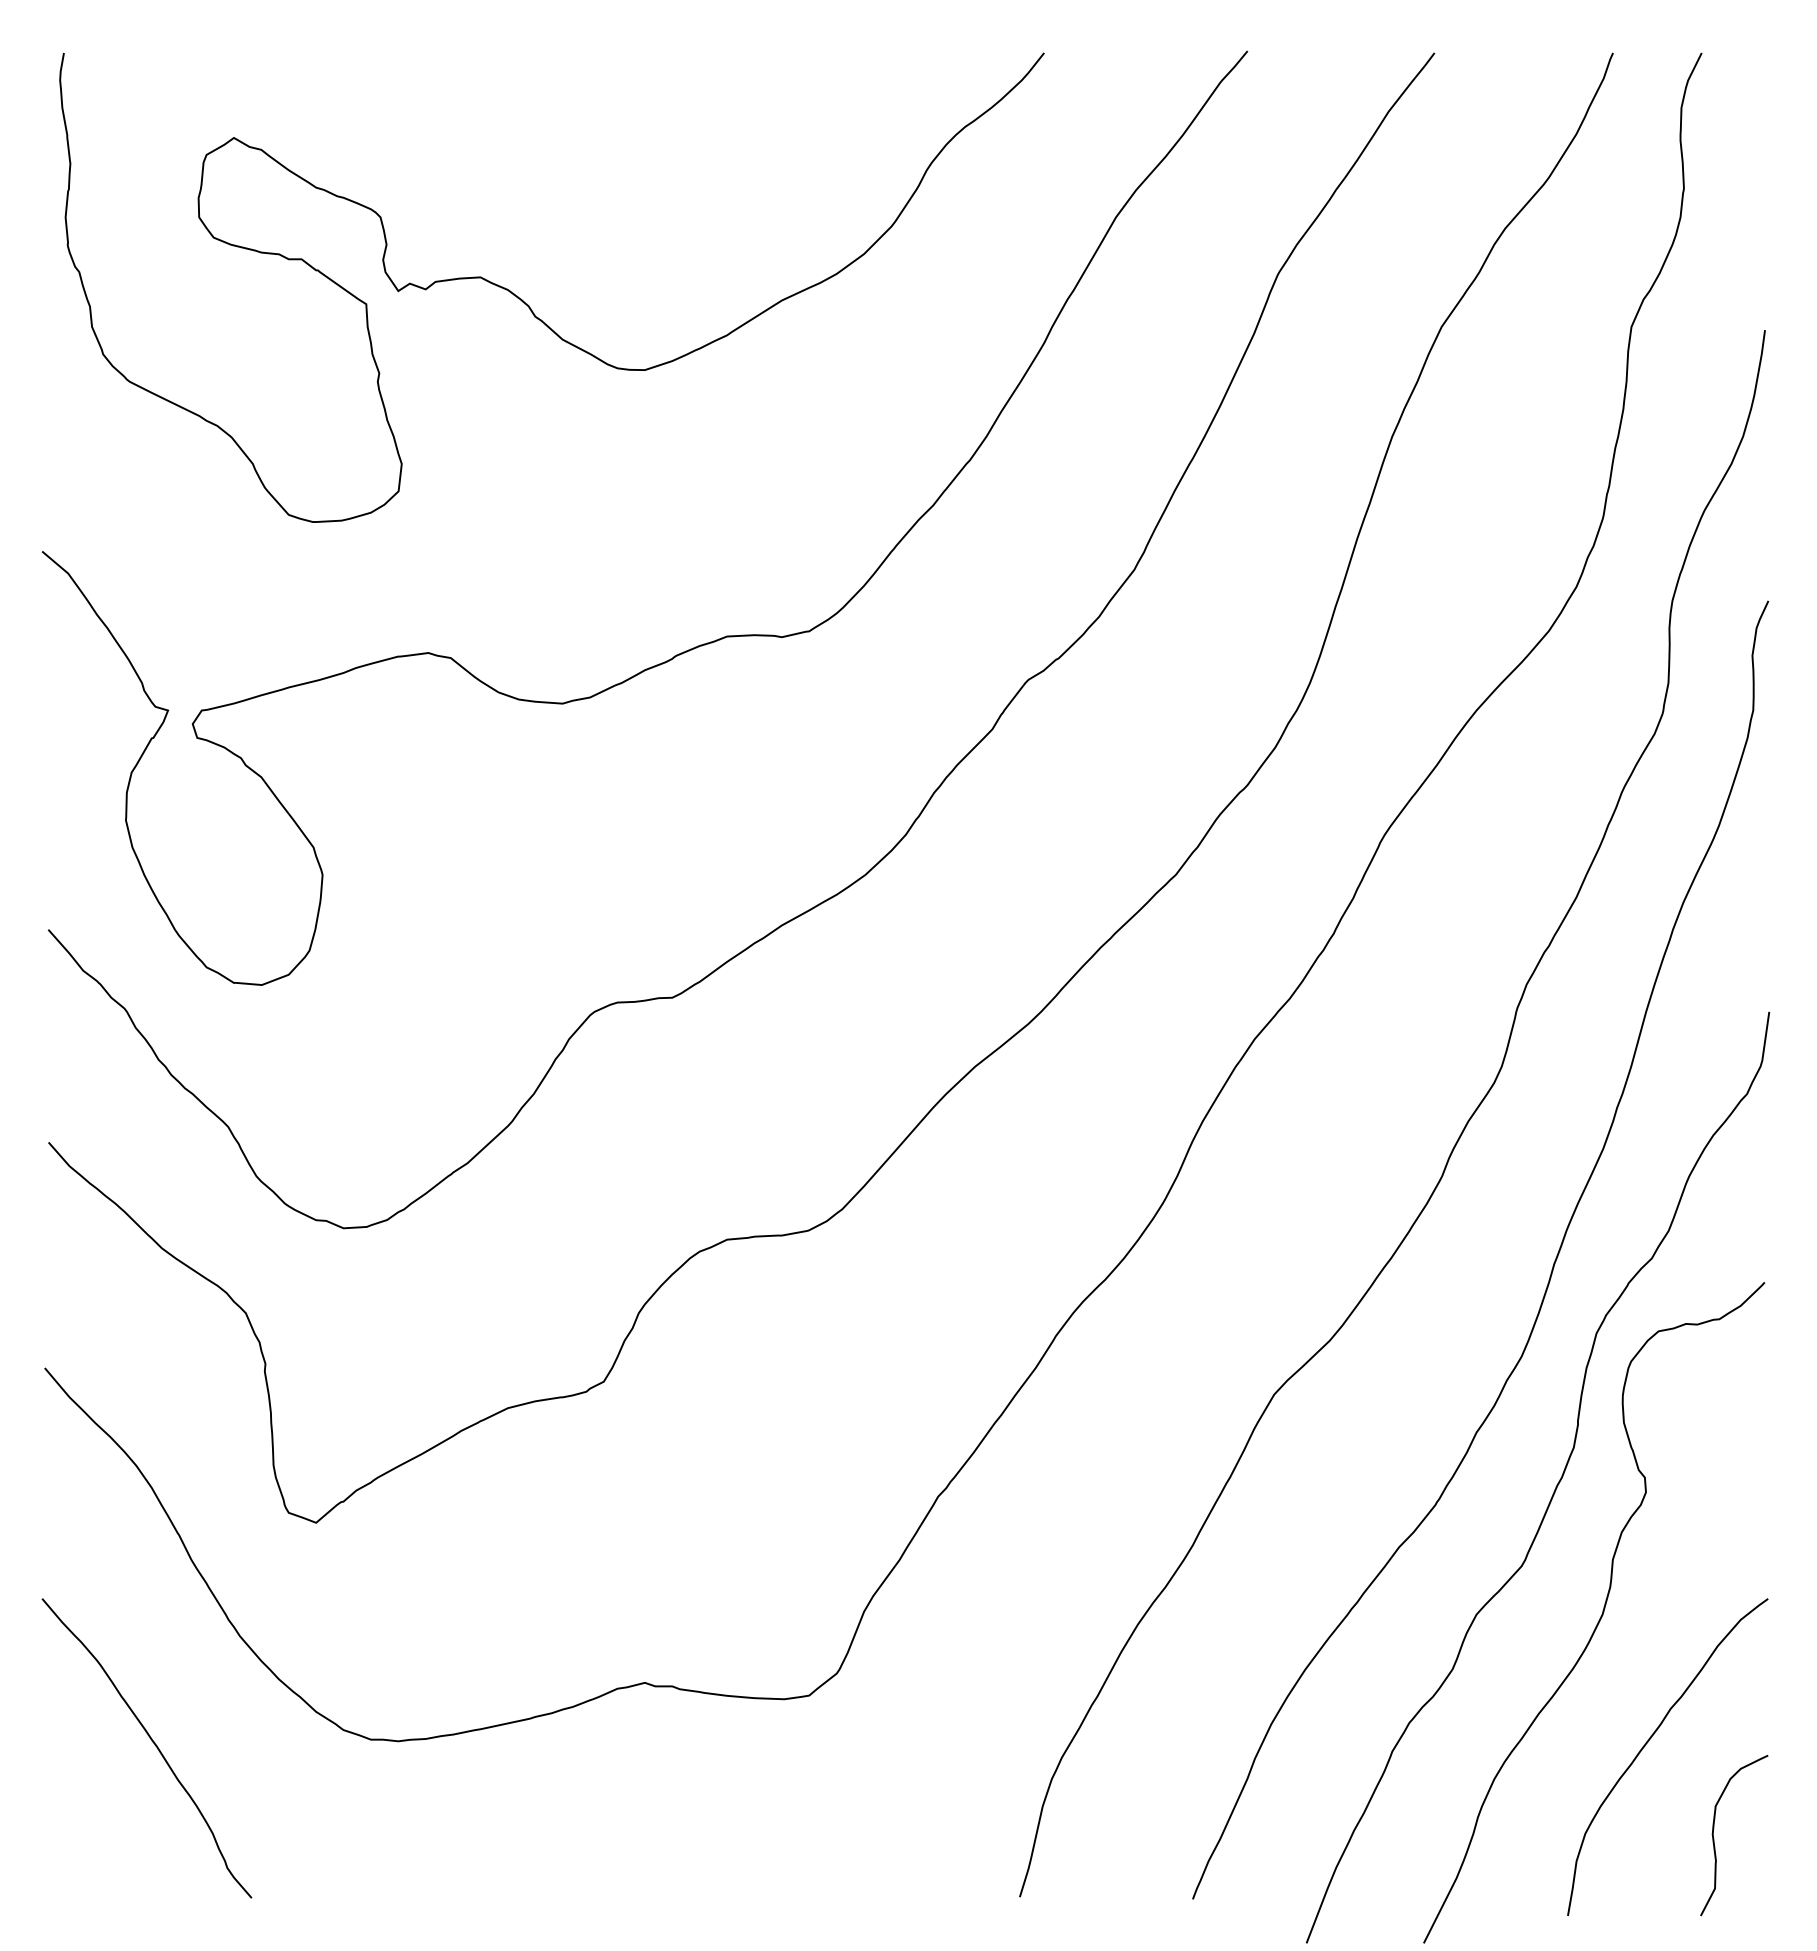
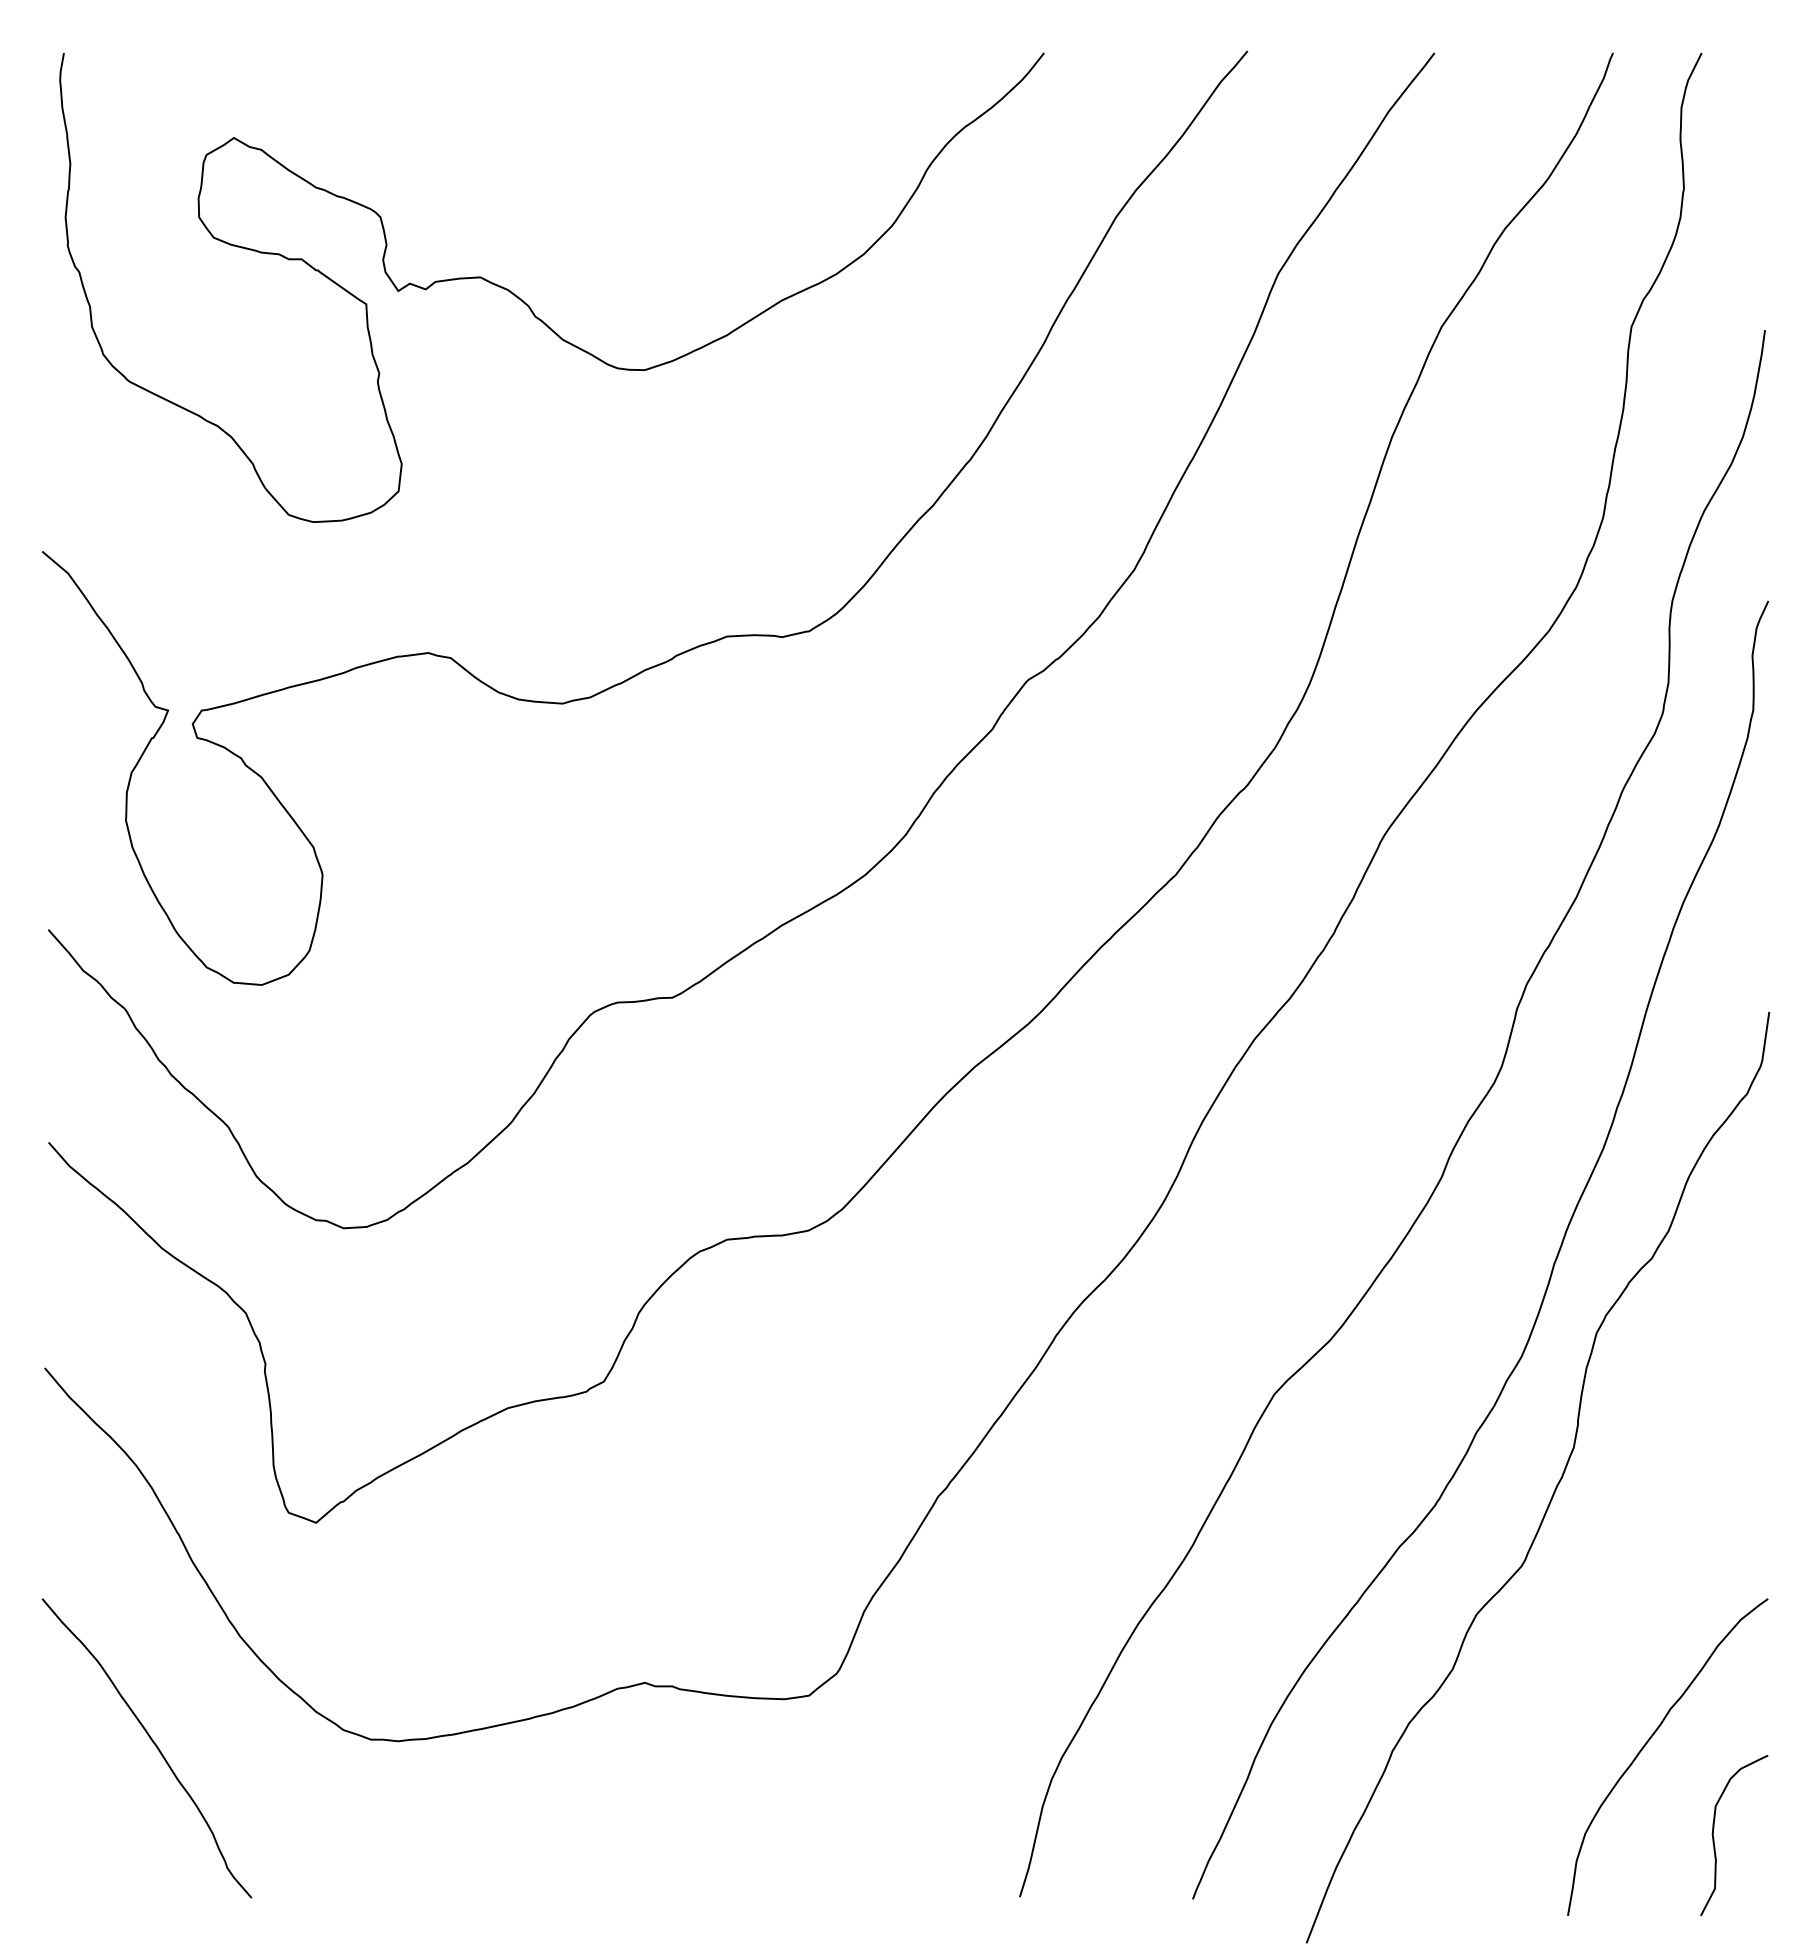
curve at (1600, 1616): present -> none
